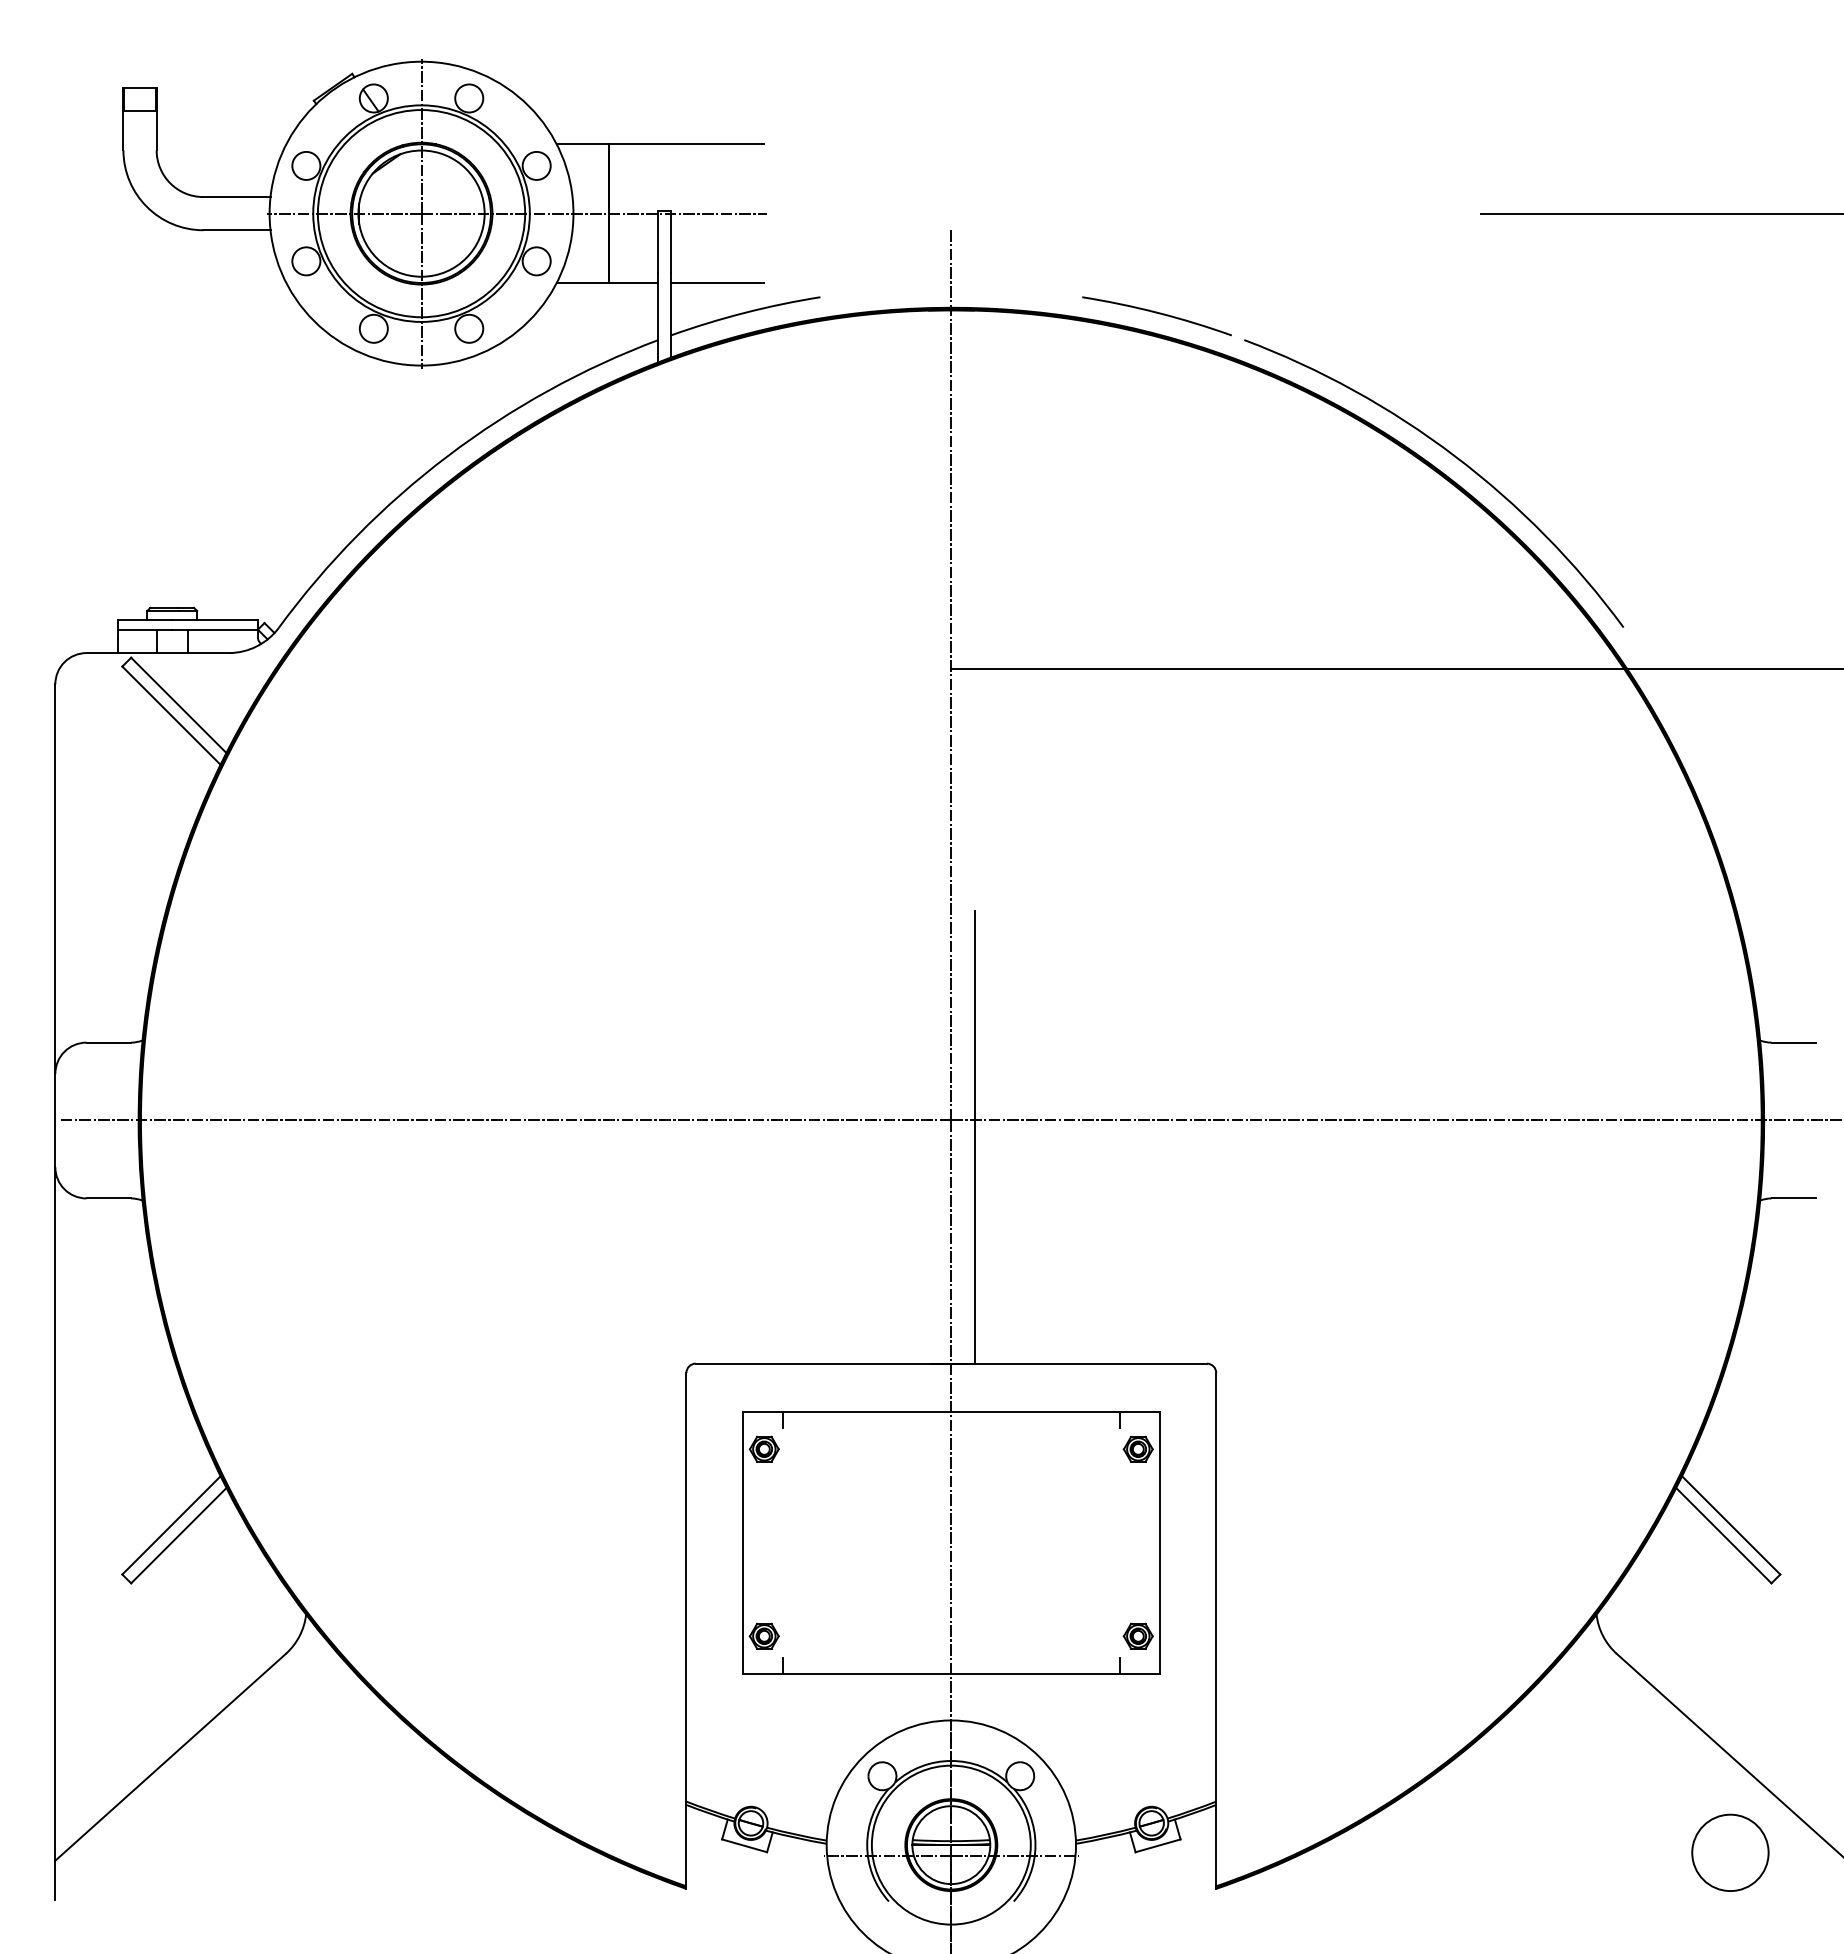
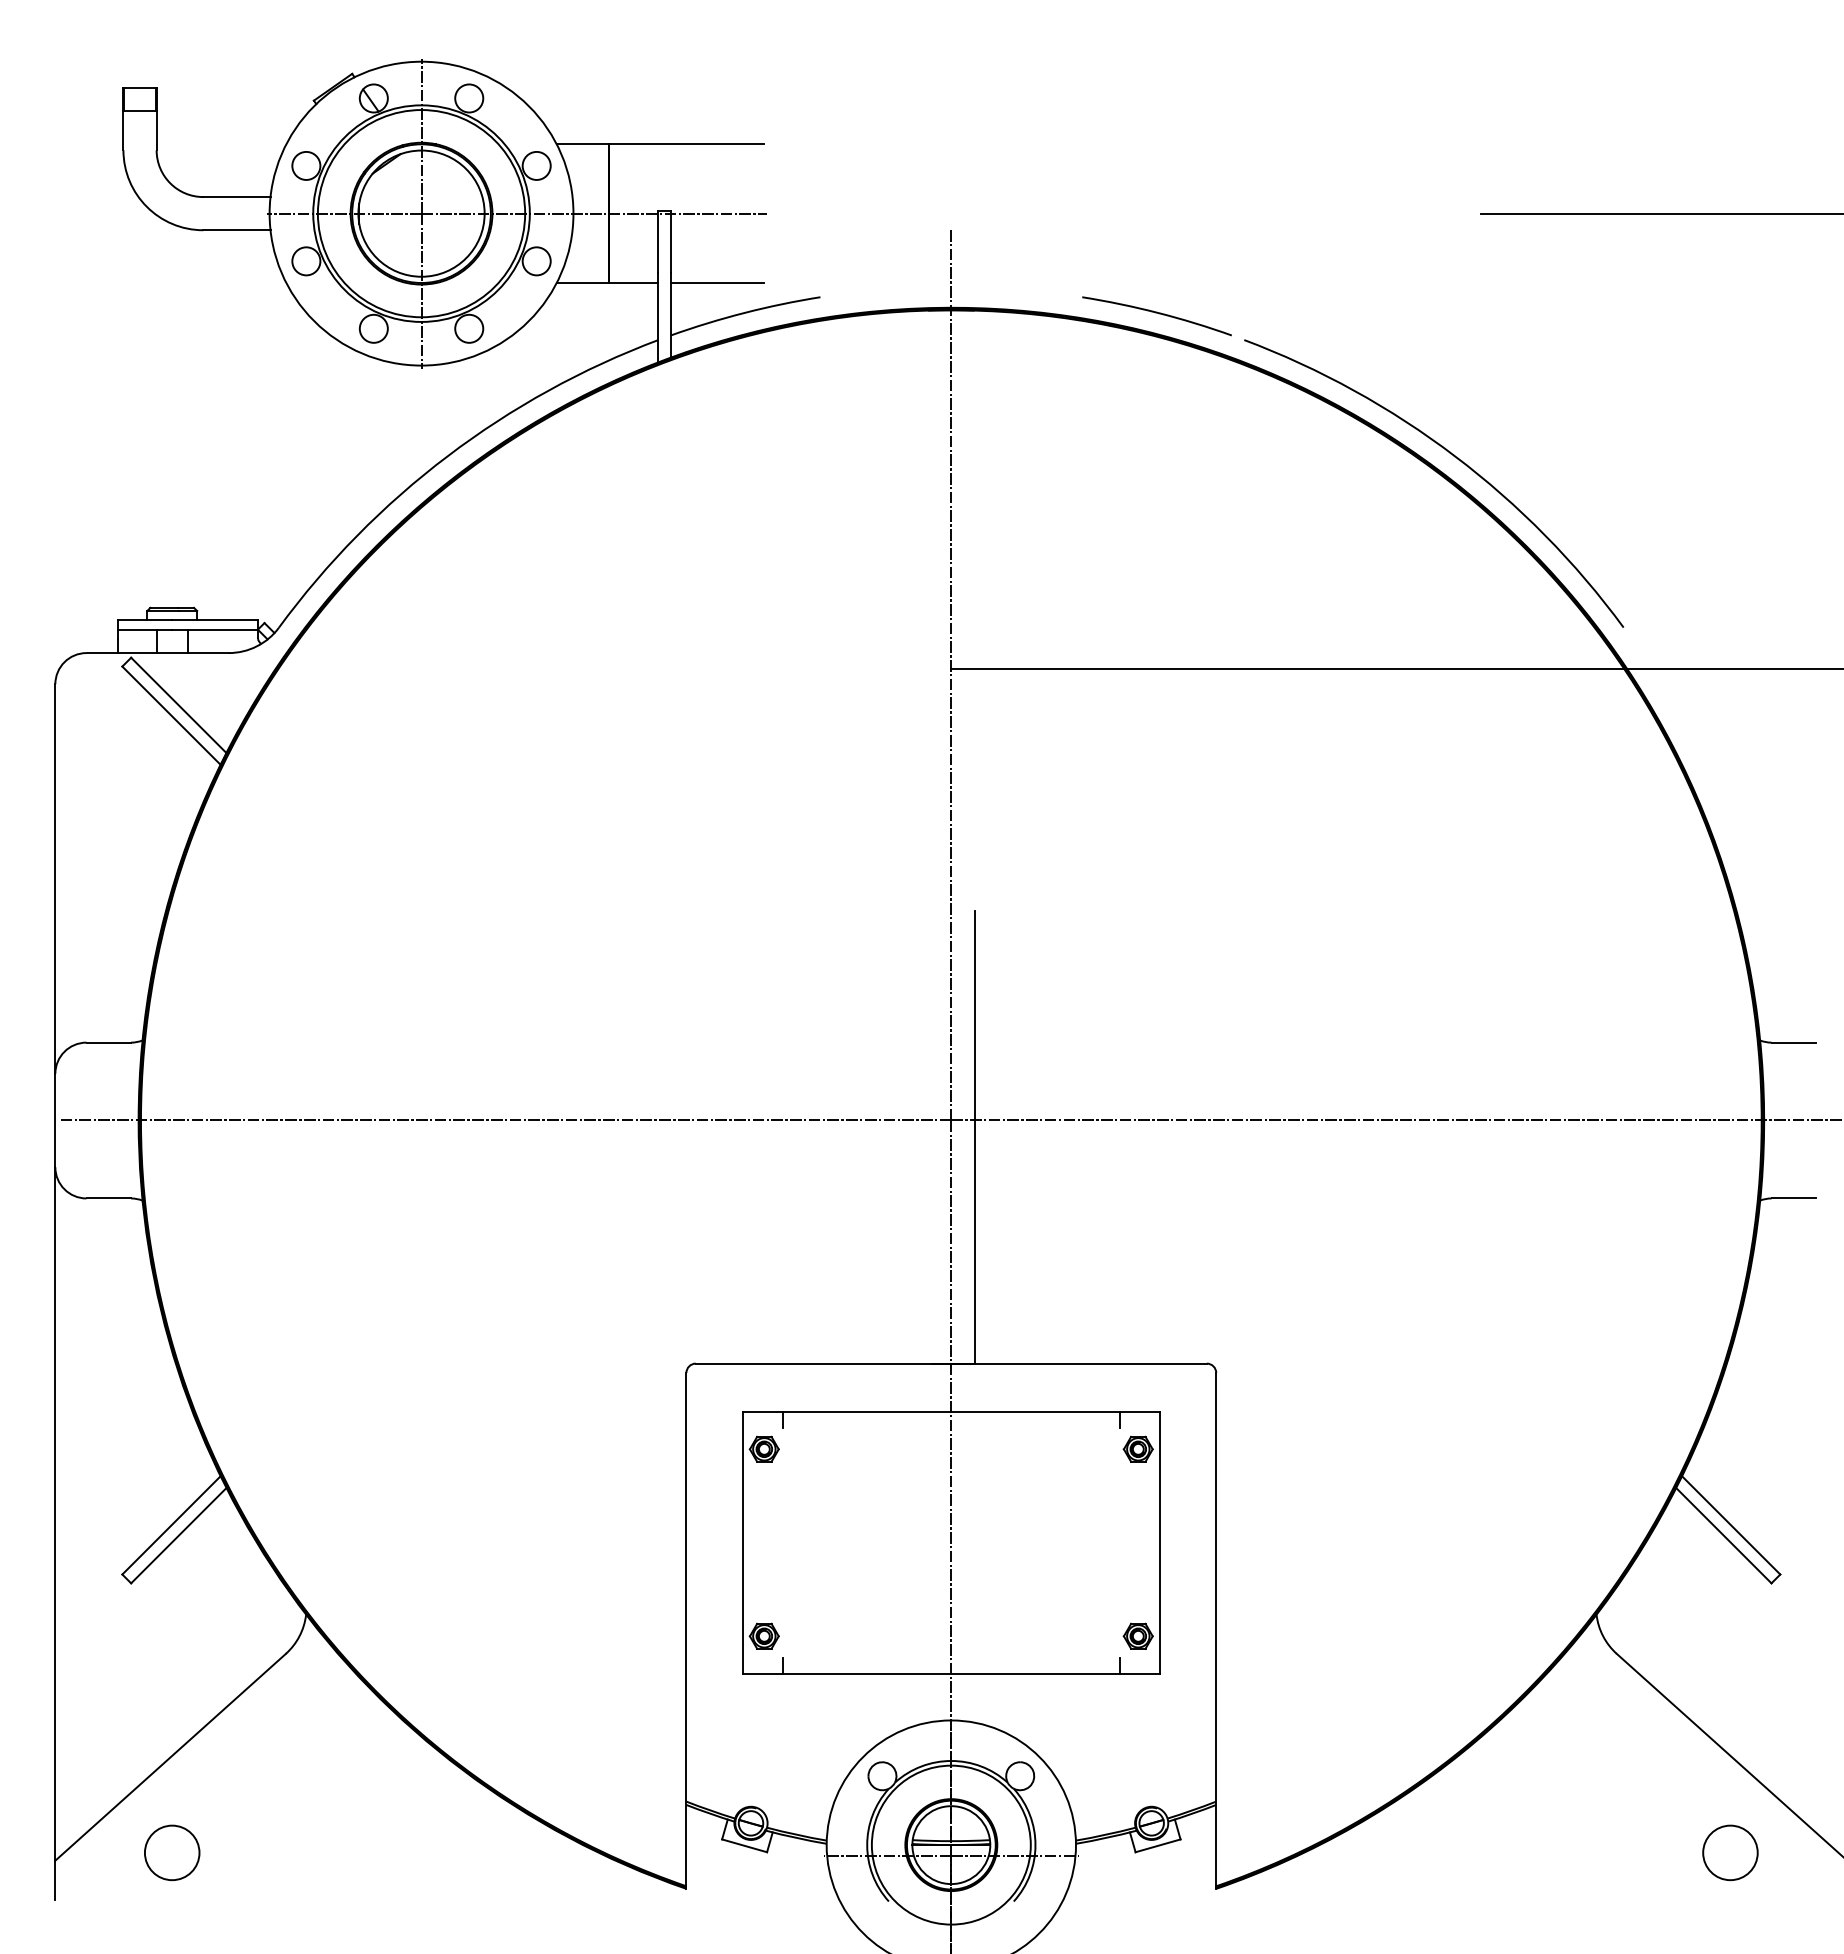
circle at (172, 1852): none -> present
circle at (1730, 1852) size: 79x79 px -> 57x58 px
